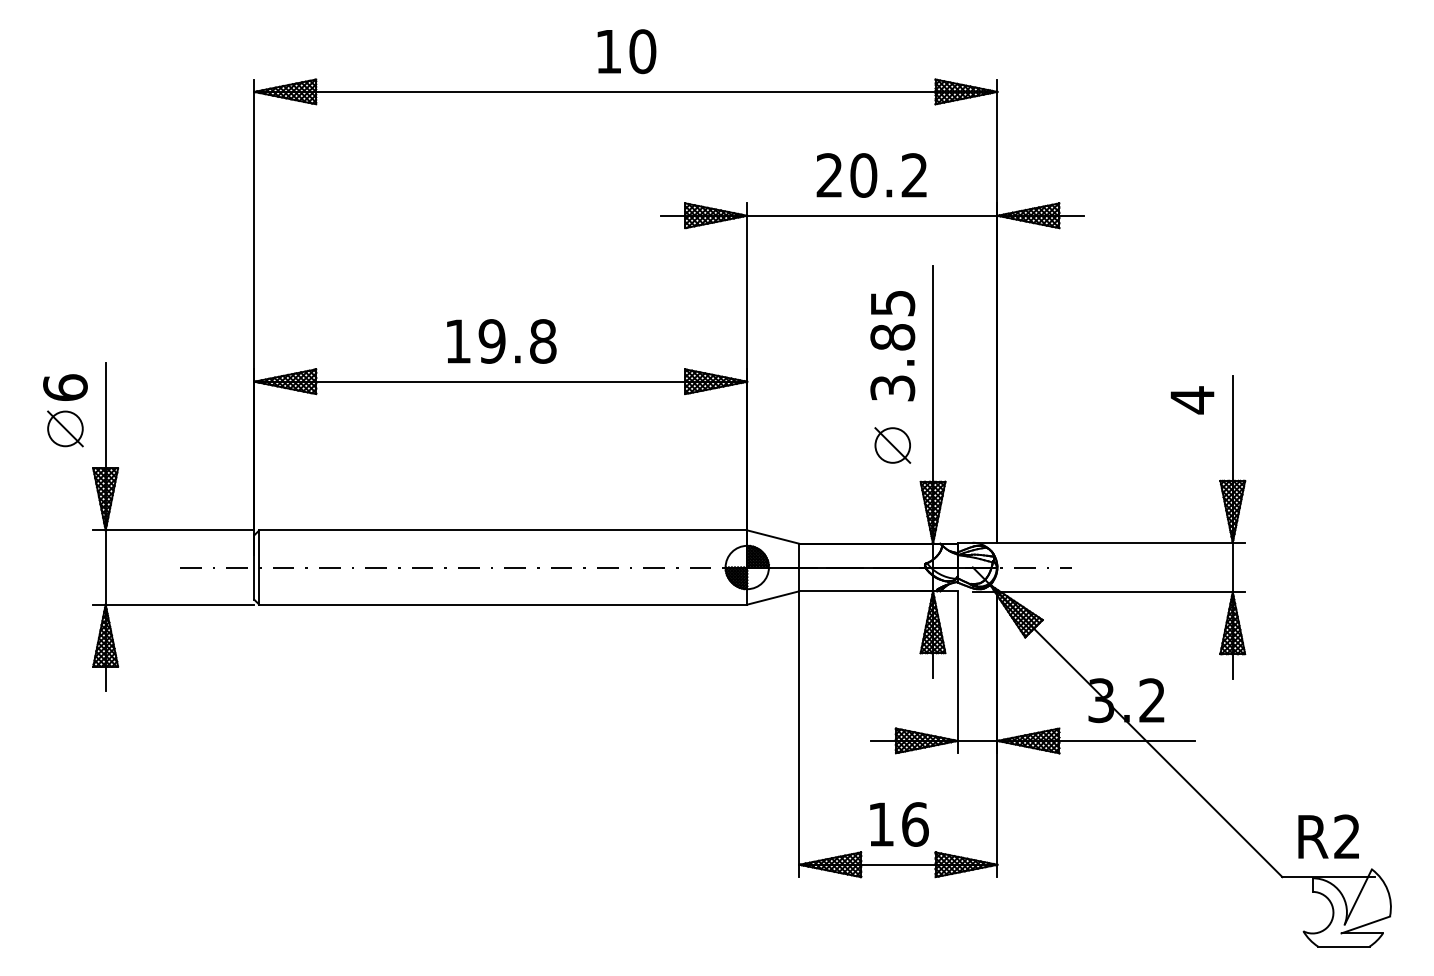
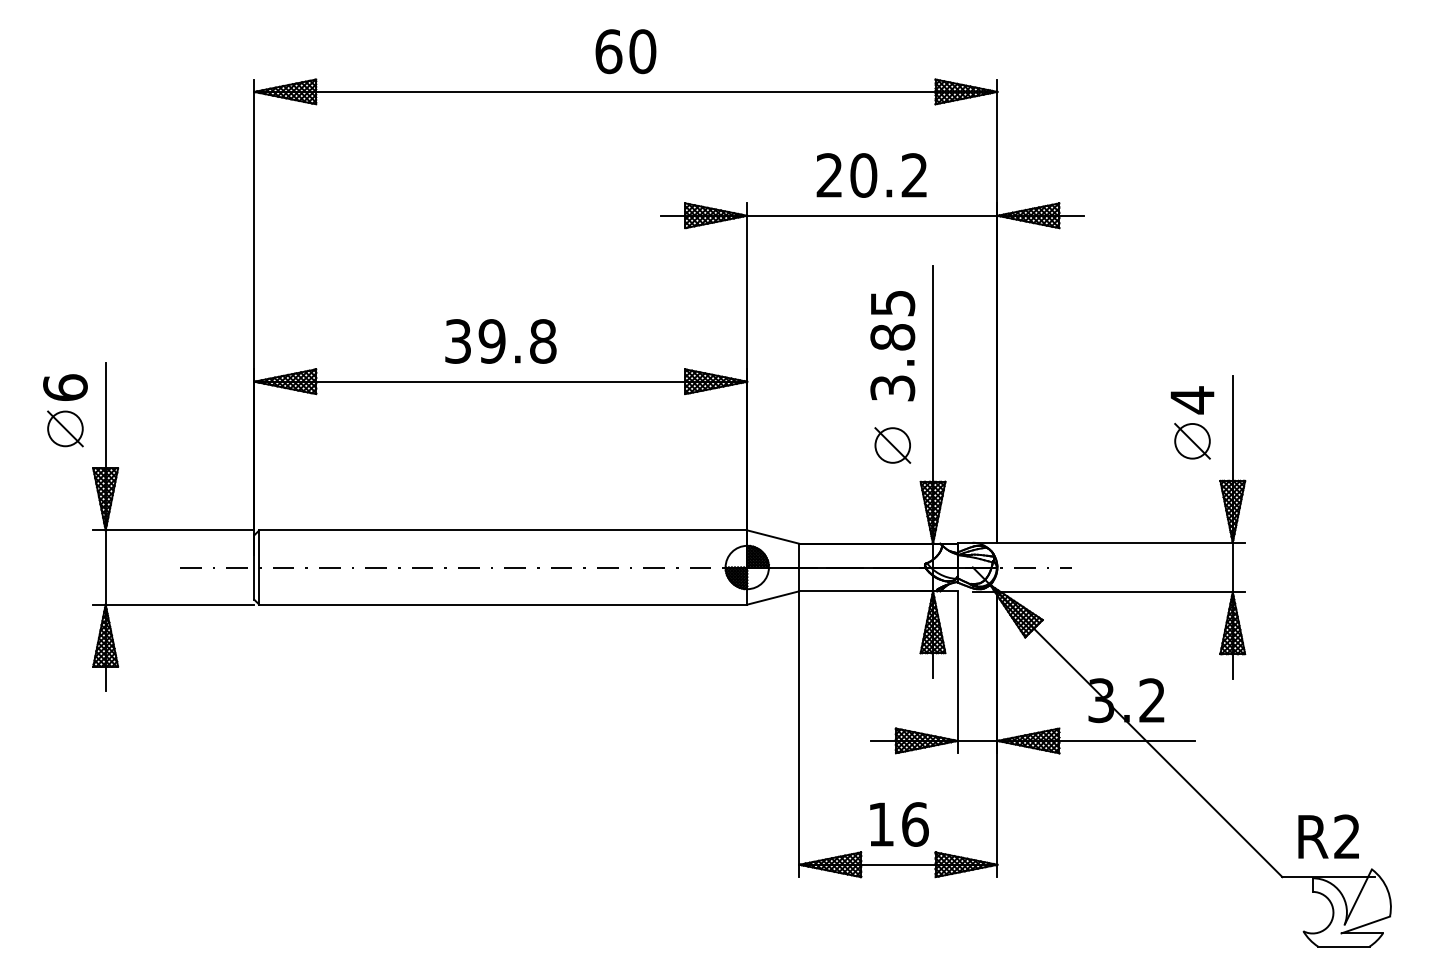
text at (608, 51): 10 -> 60
text at (457, 341): 19.8 -> 39.8
part at (1192, 440): none -> present
